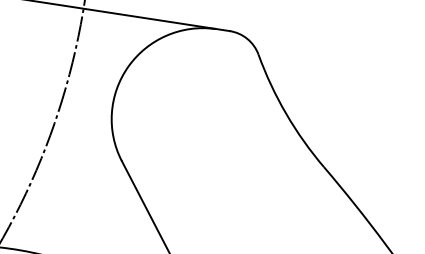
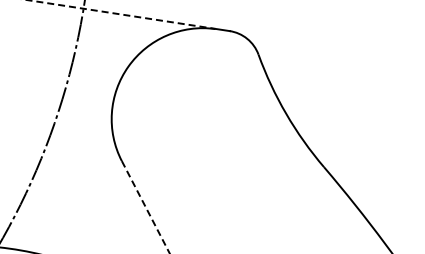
line at (121, 14): solid -> dashed
line at (145, 207): solid -> dashed
